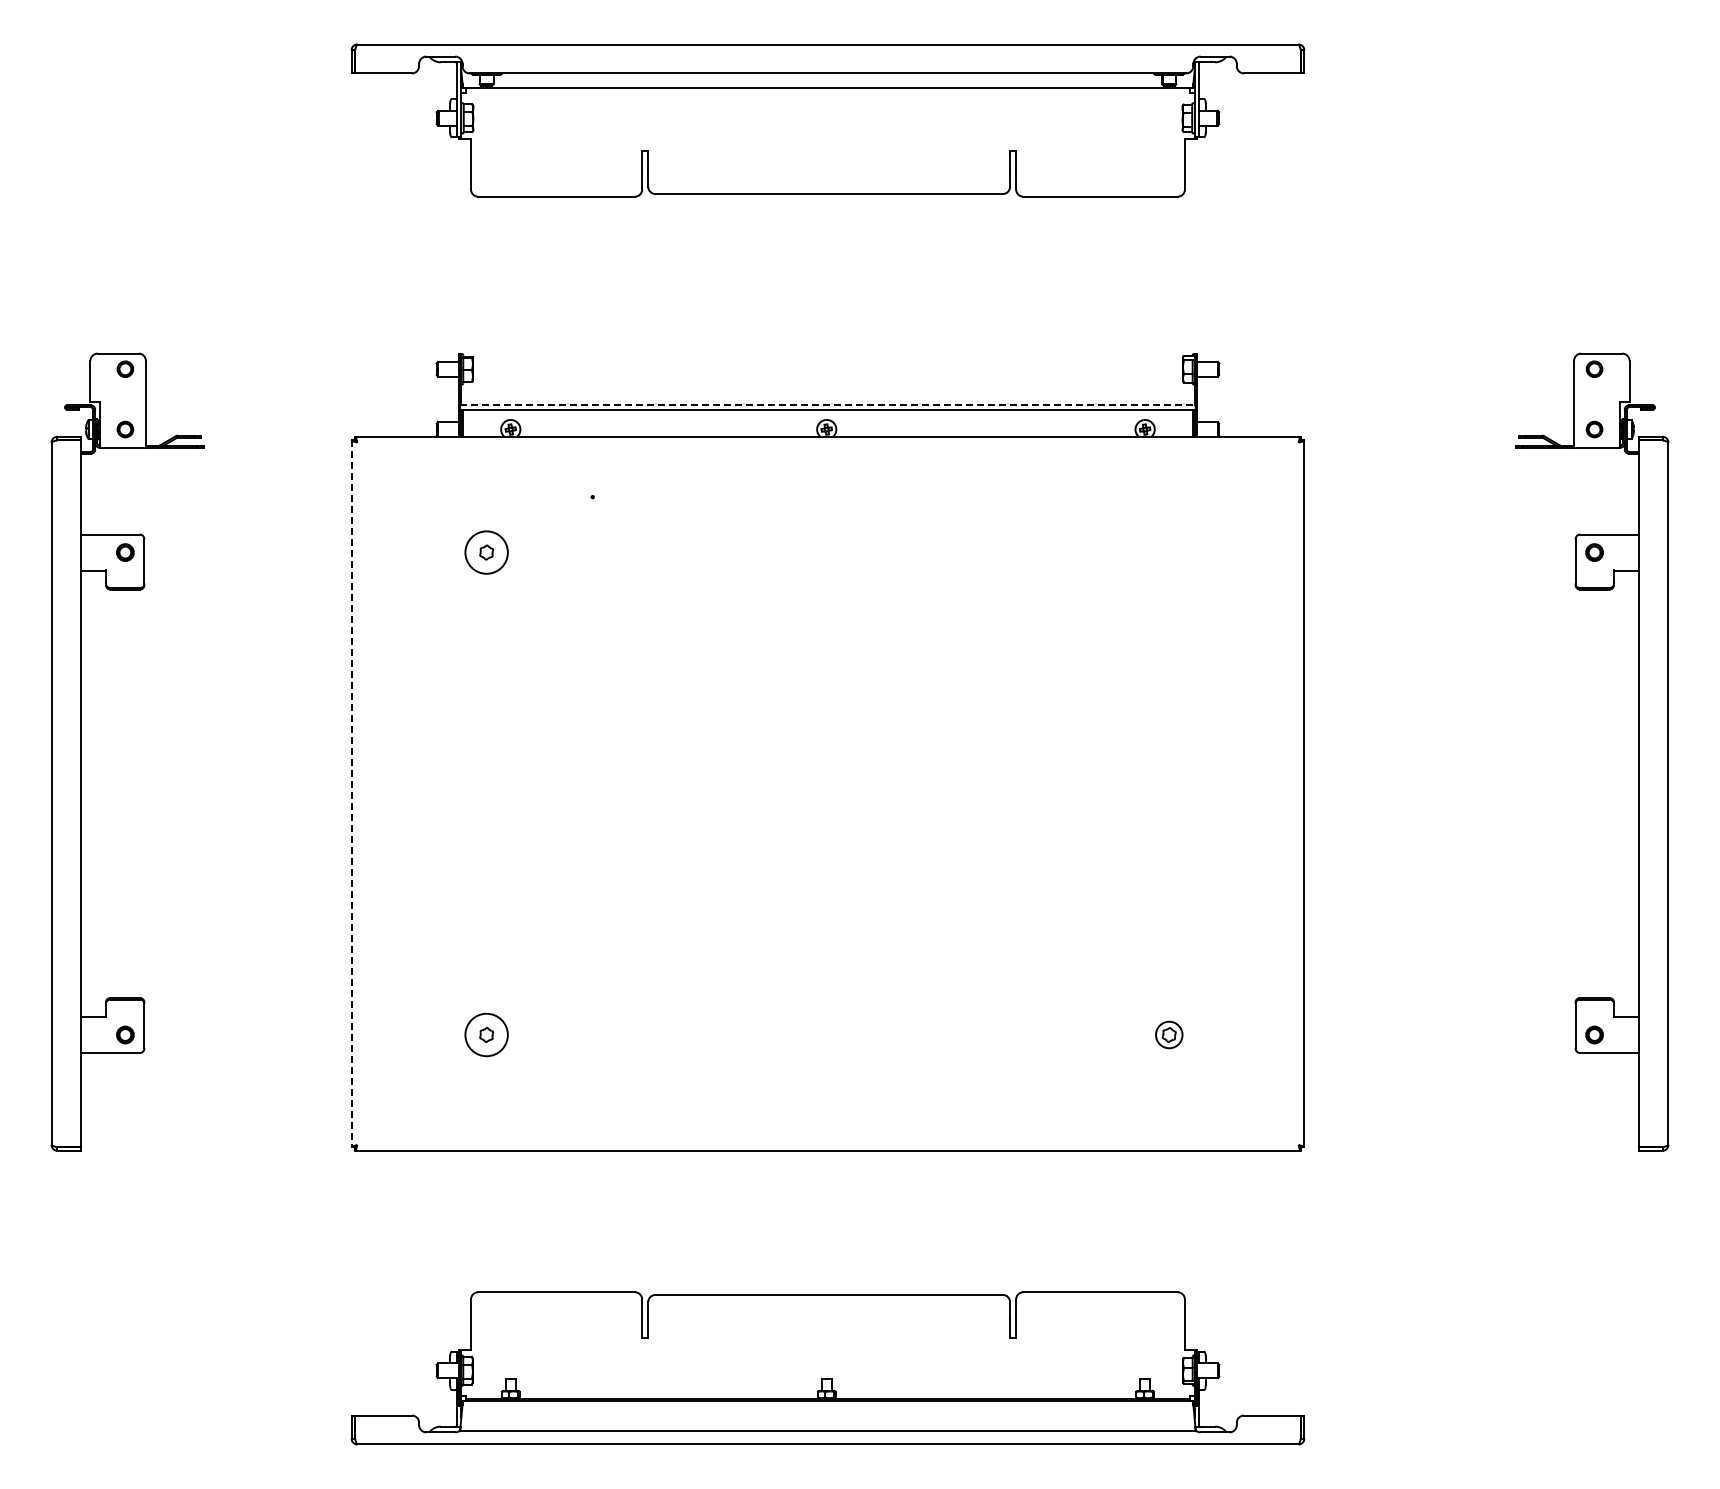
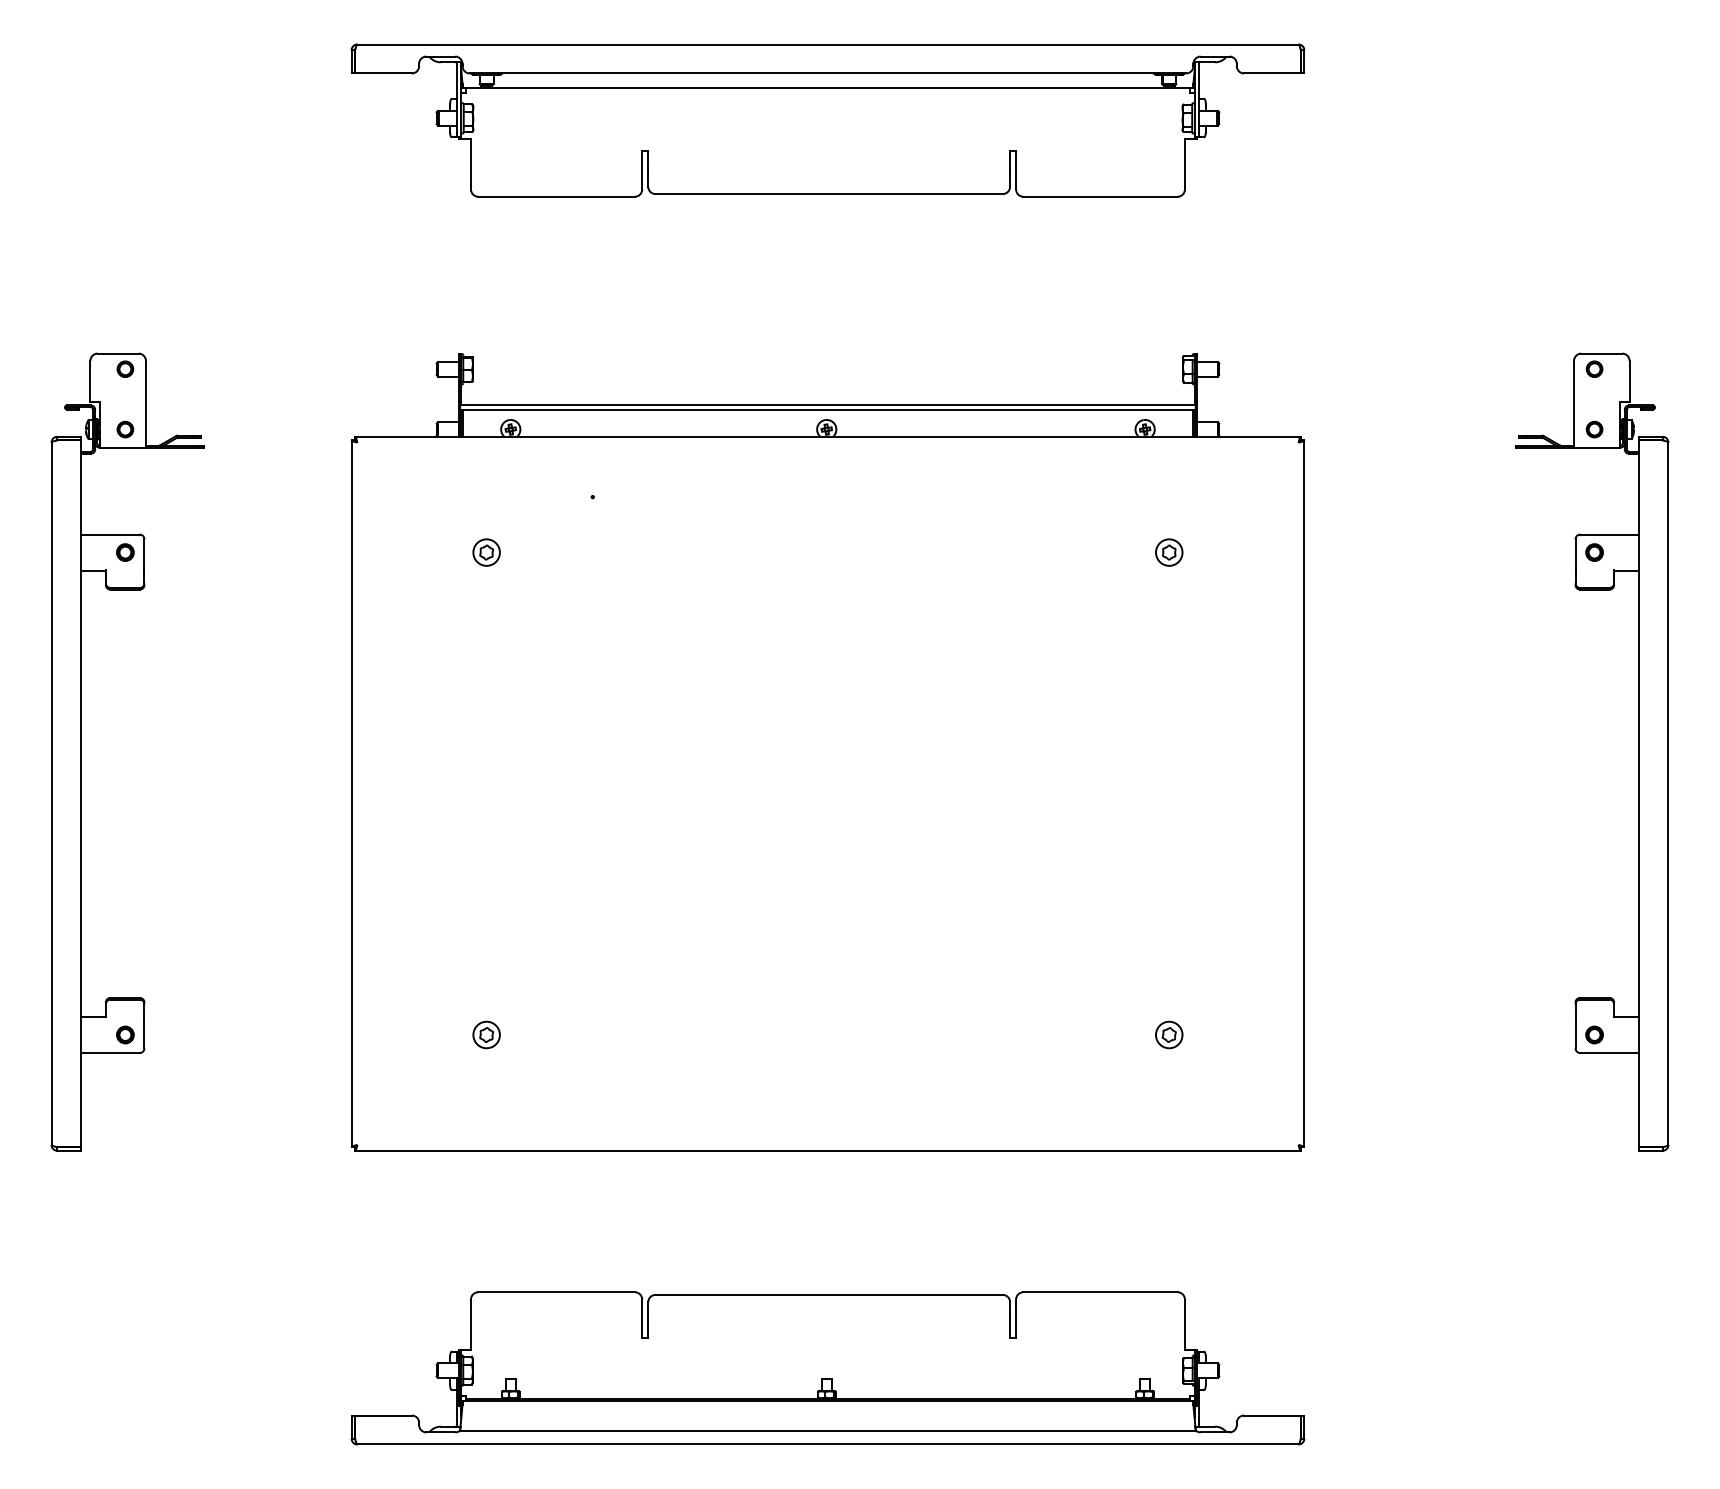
line at (827, 405): dashed -> solid
circle at (486, 552) diameter: 42 px -> 27 px
part at (1169, 552): none -> present
line at (351, 794): dashed -> solid
circle at (486, 1034) diameter: 42 px -> 27 px
